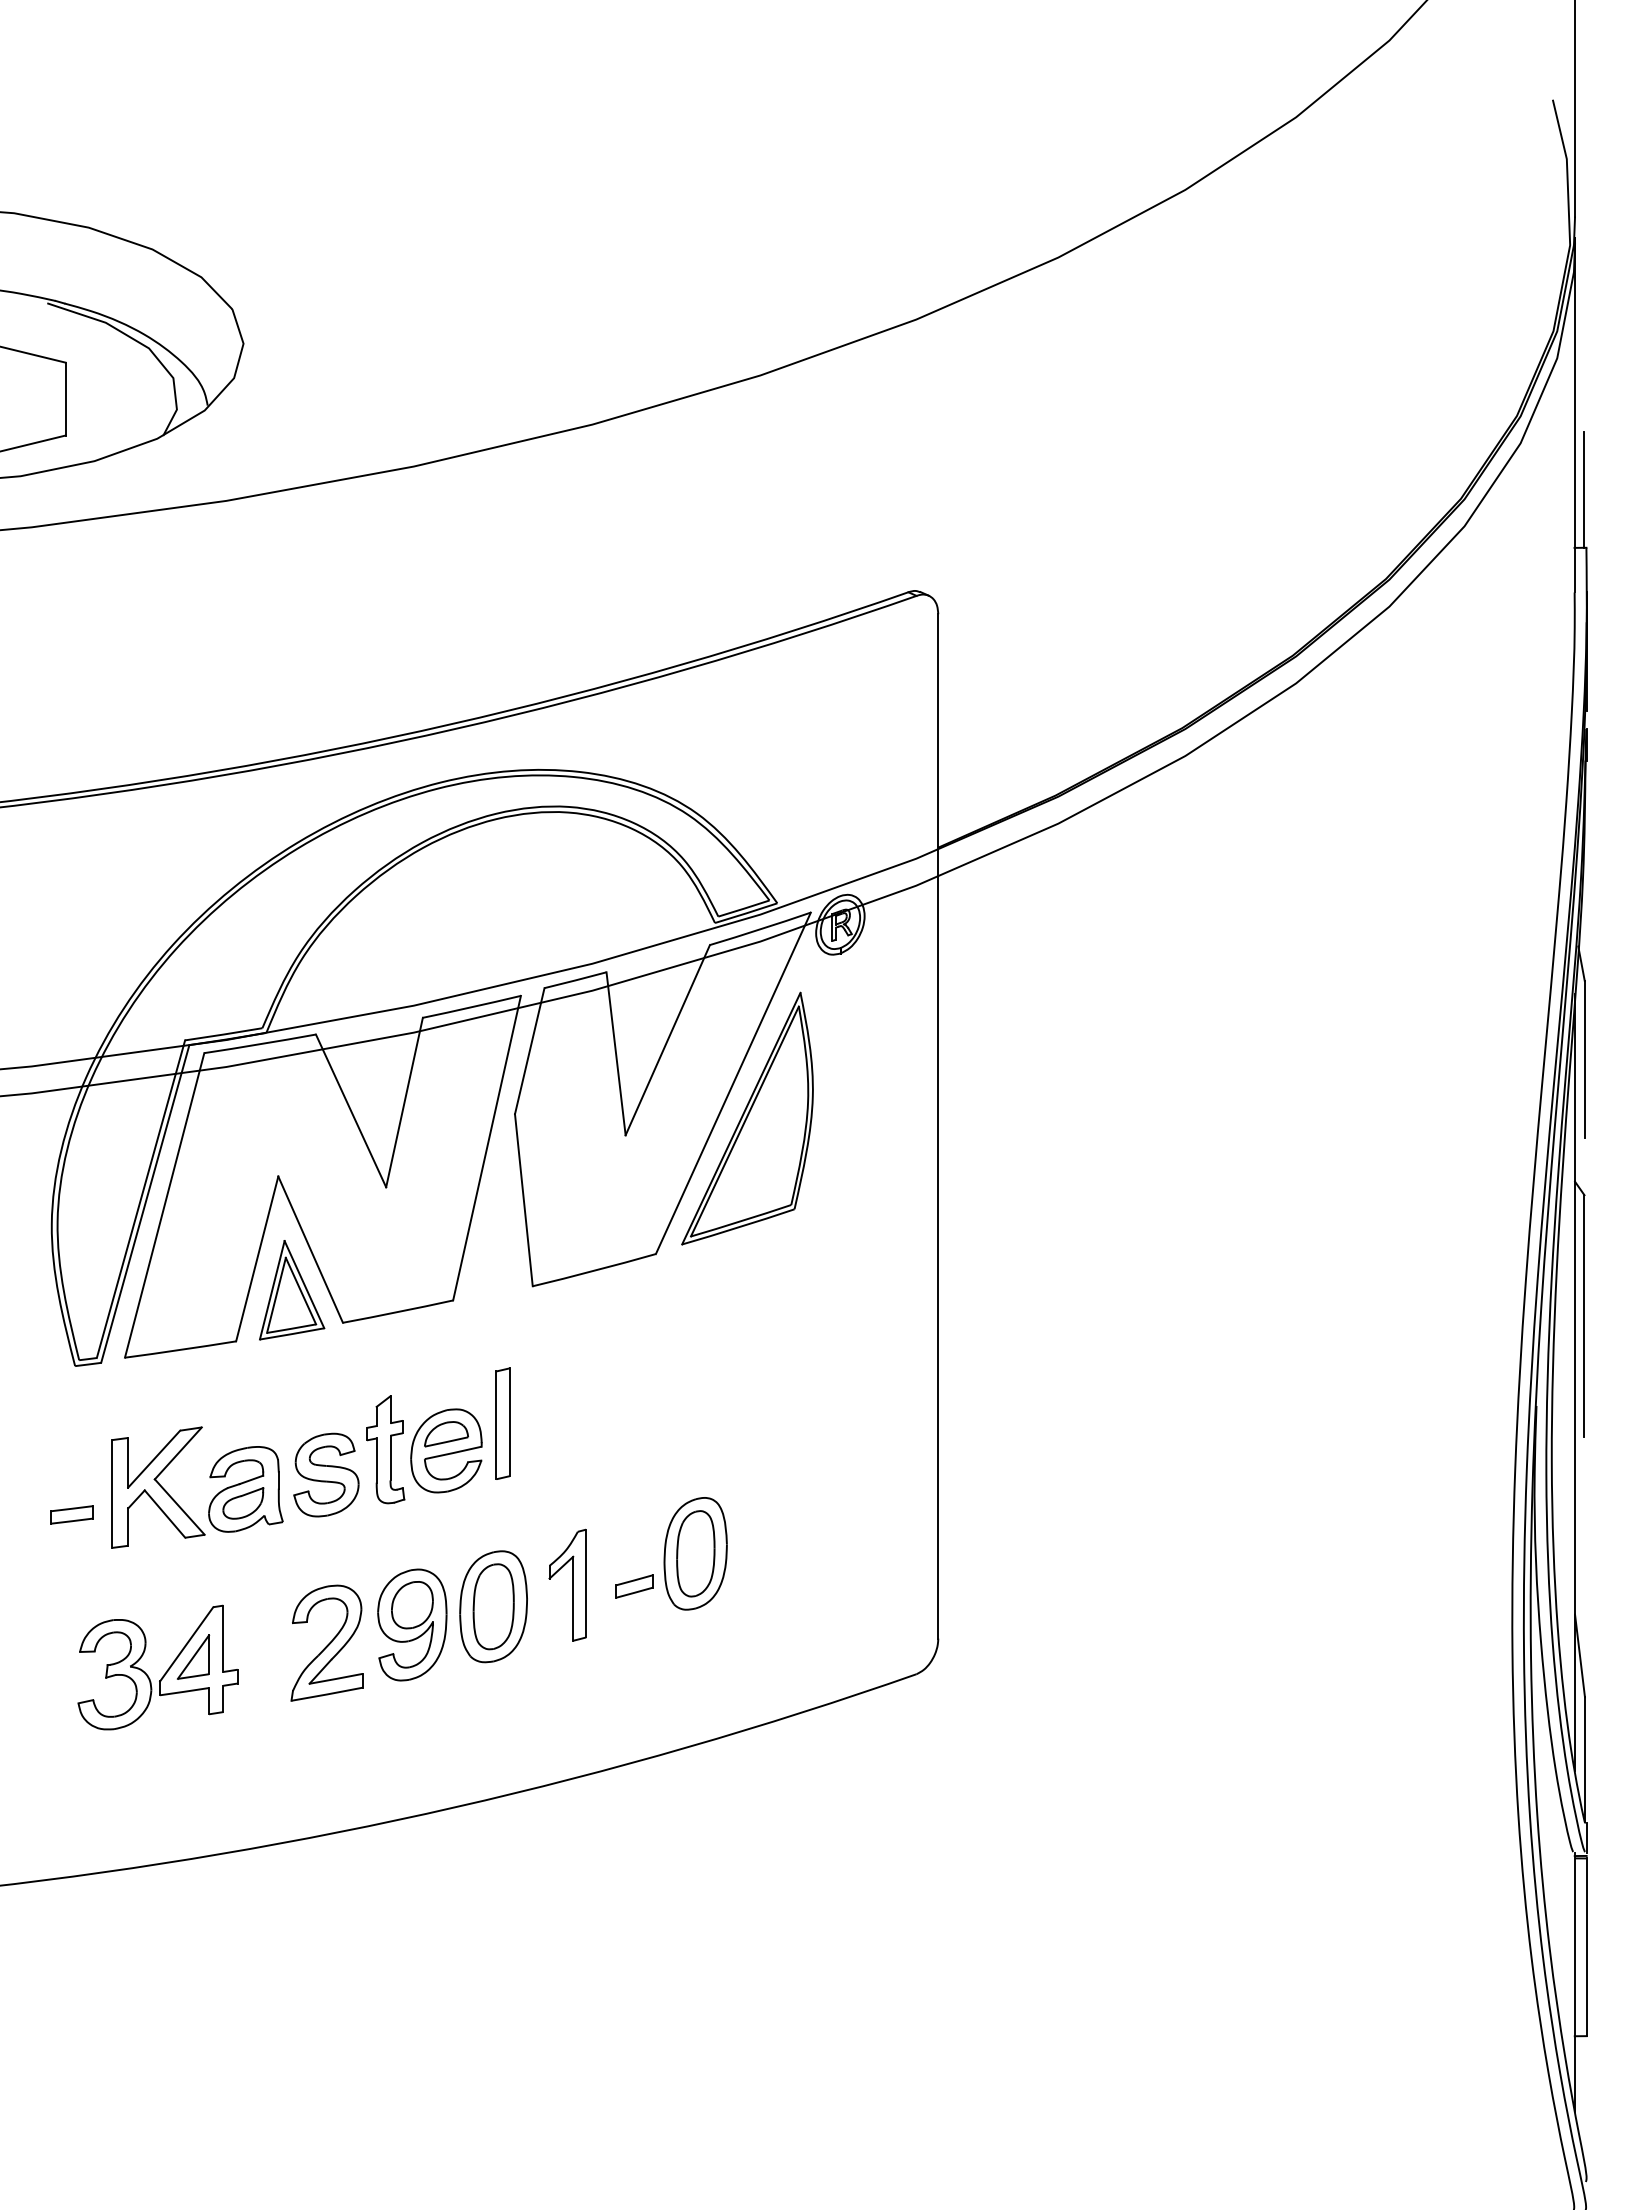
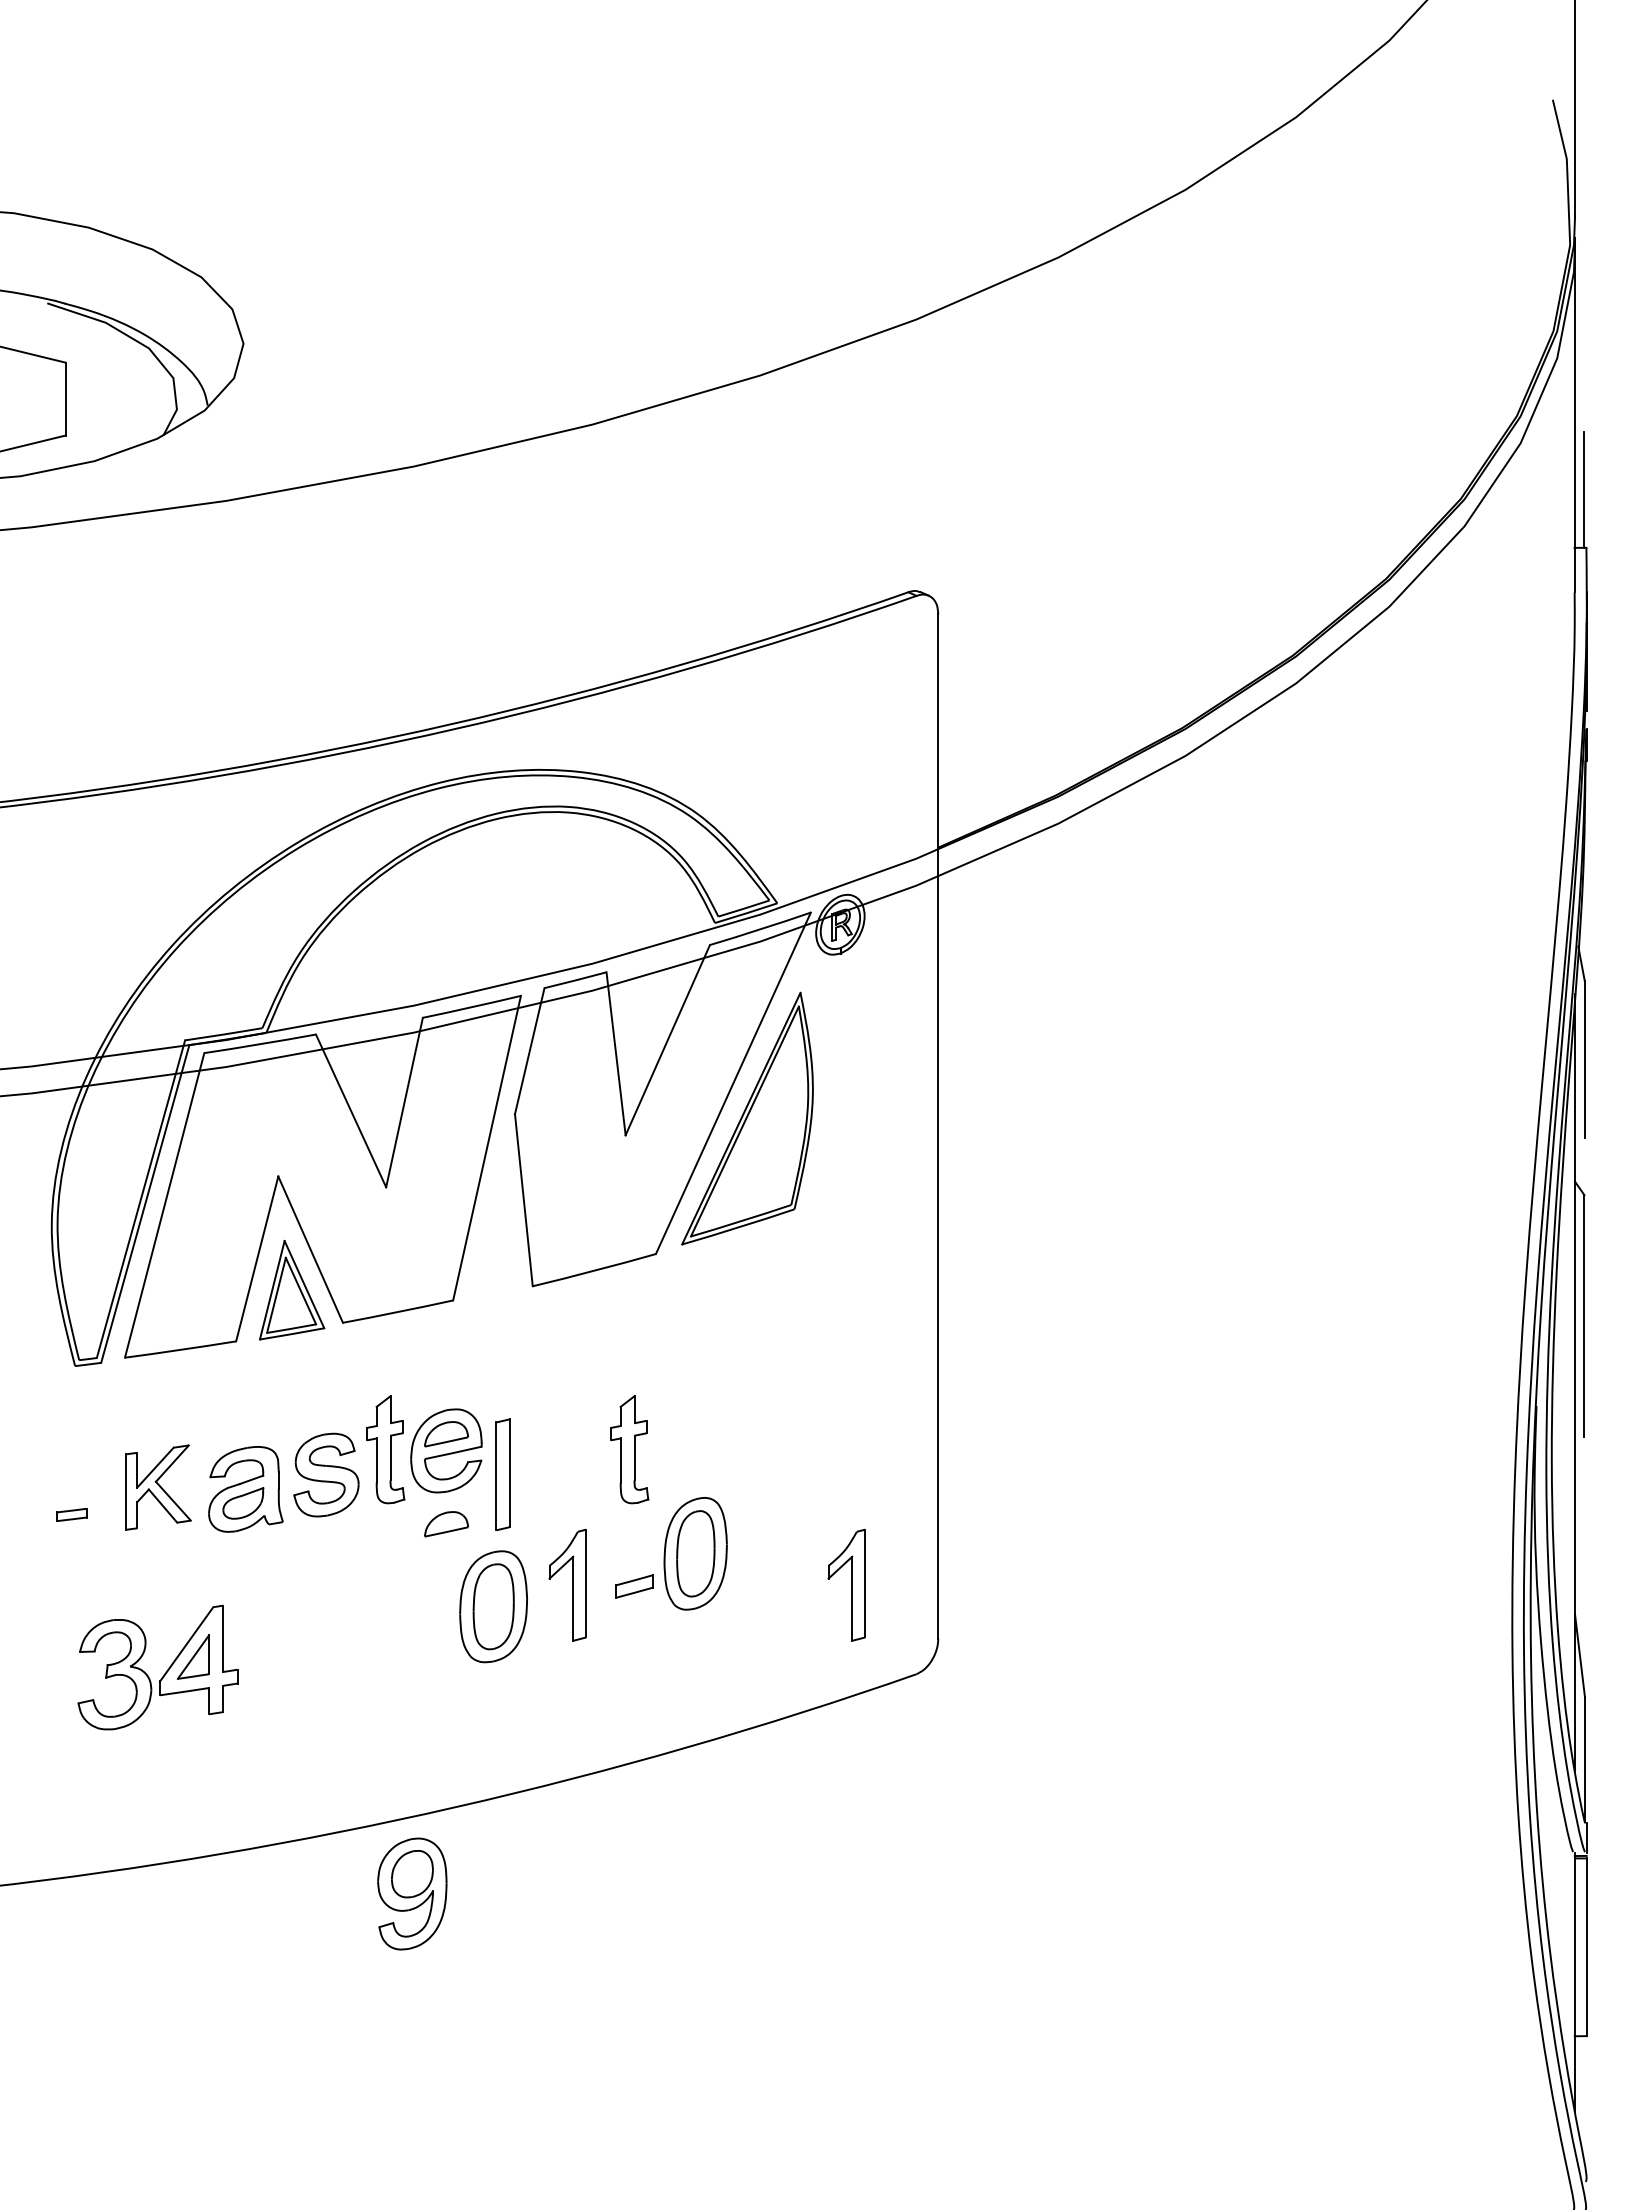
part at (502, 1423) position: (502, 1423) -> (502, 1474)
part at (629, 1449): none -> present
part at (158, 1487) size: 95x123 px -> 67x87 px
part at (71, 1514) size: 44x20 px -> 32x14 px
part at (446, 1524): none -> present
part at (846, 1584): none -> present
part at (412, 1624) position: (412, 1624) -> (412, 1893)
part at (326, 1642): present -> none
